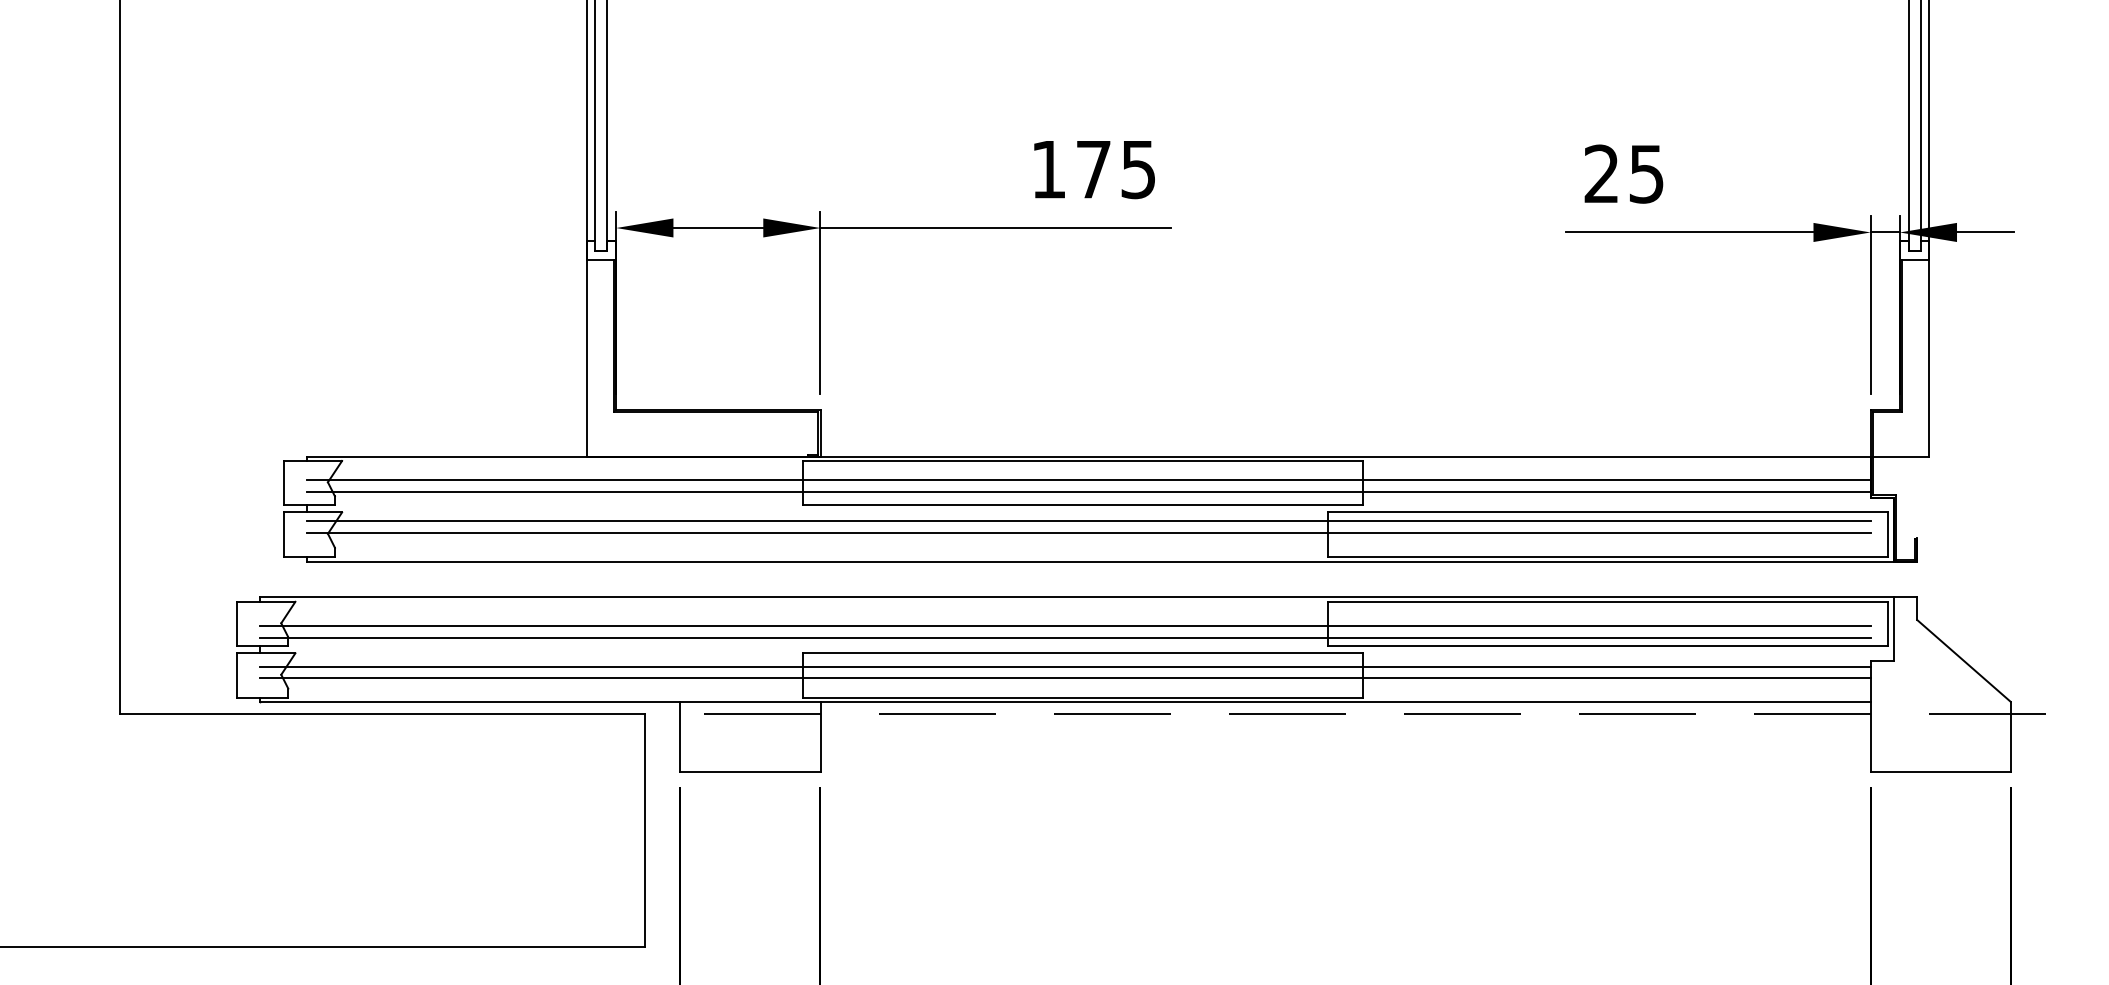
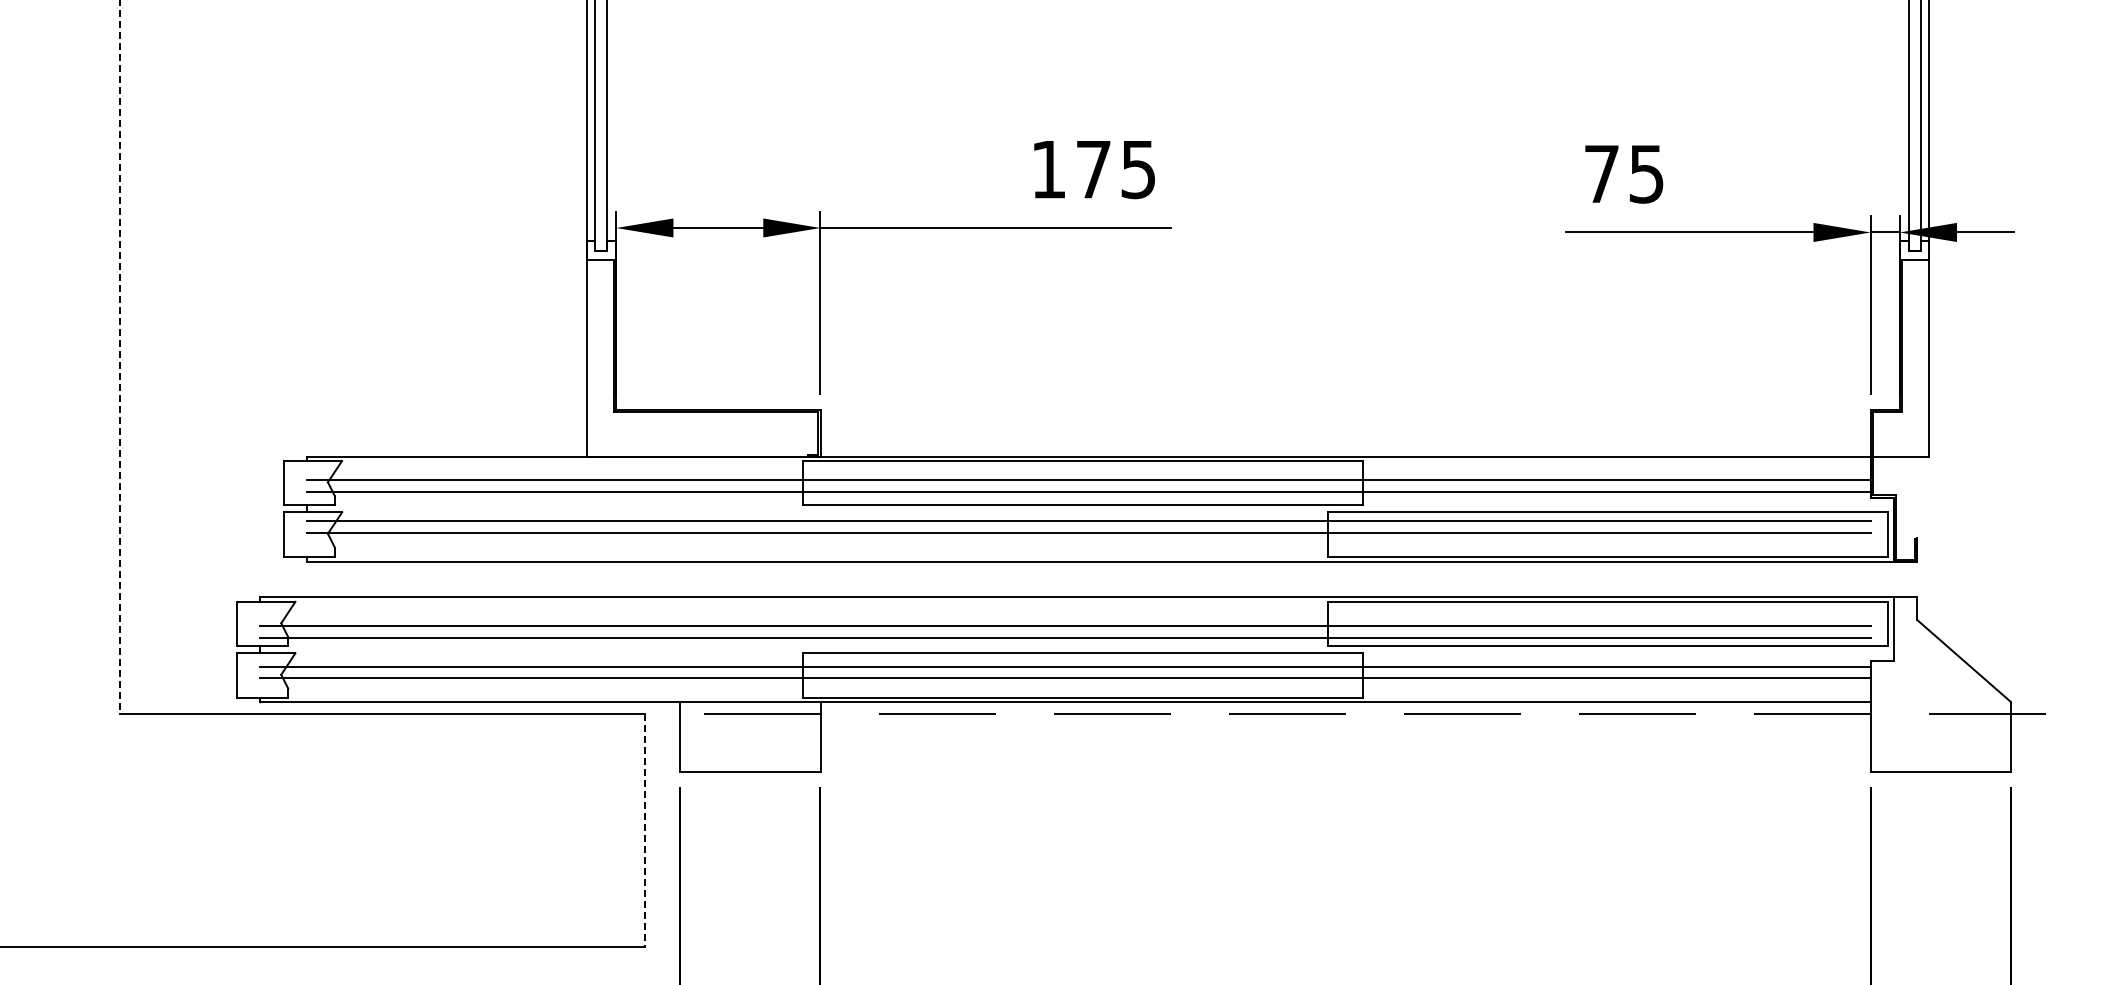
text at (1601, 173): 25 -> 75
line at (120, 357): solid -> dashed
line at (645, 830): solid -> dashed
